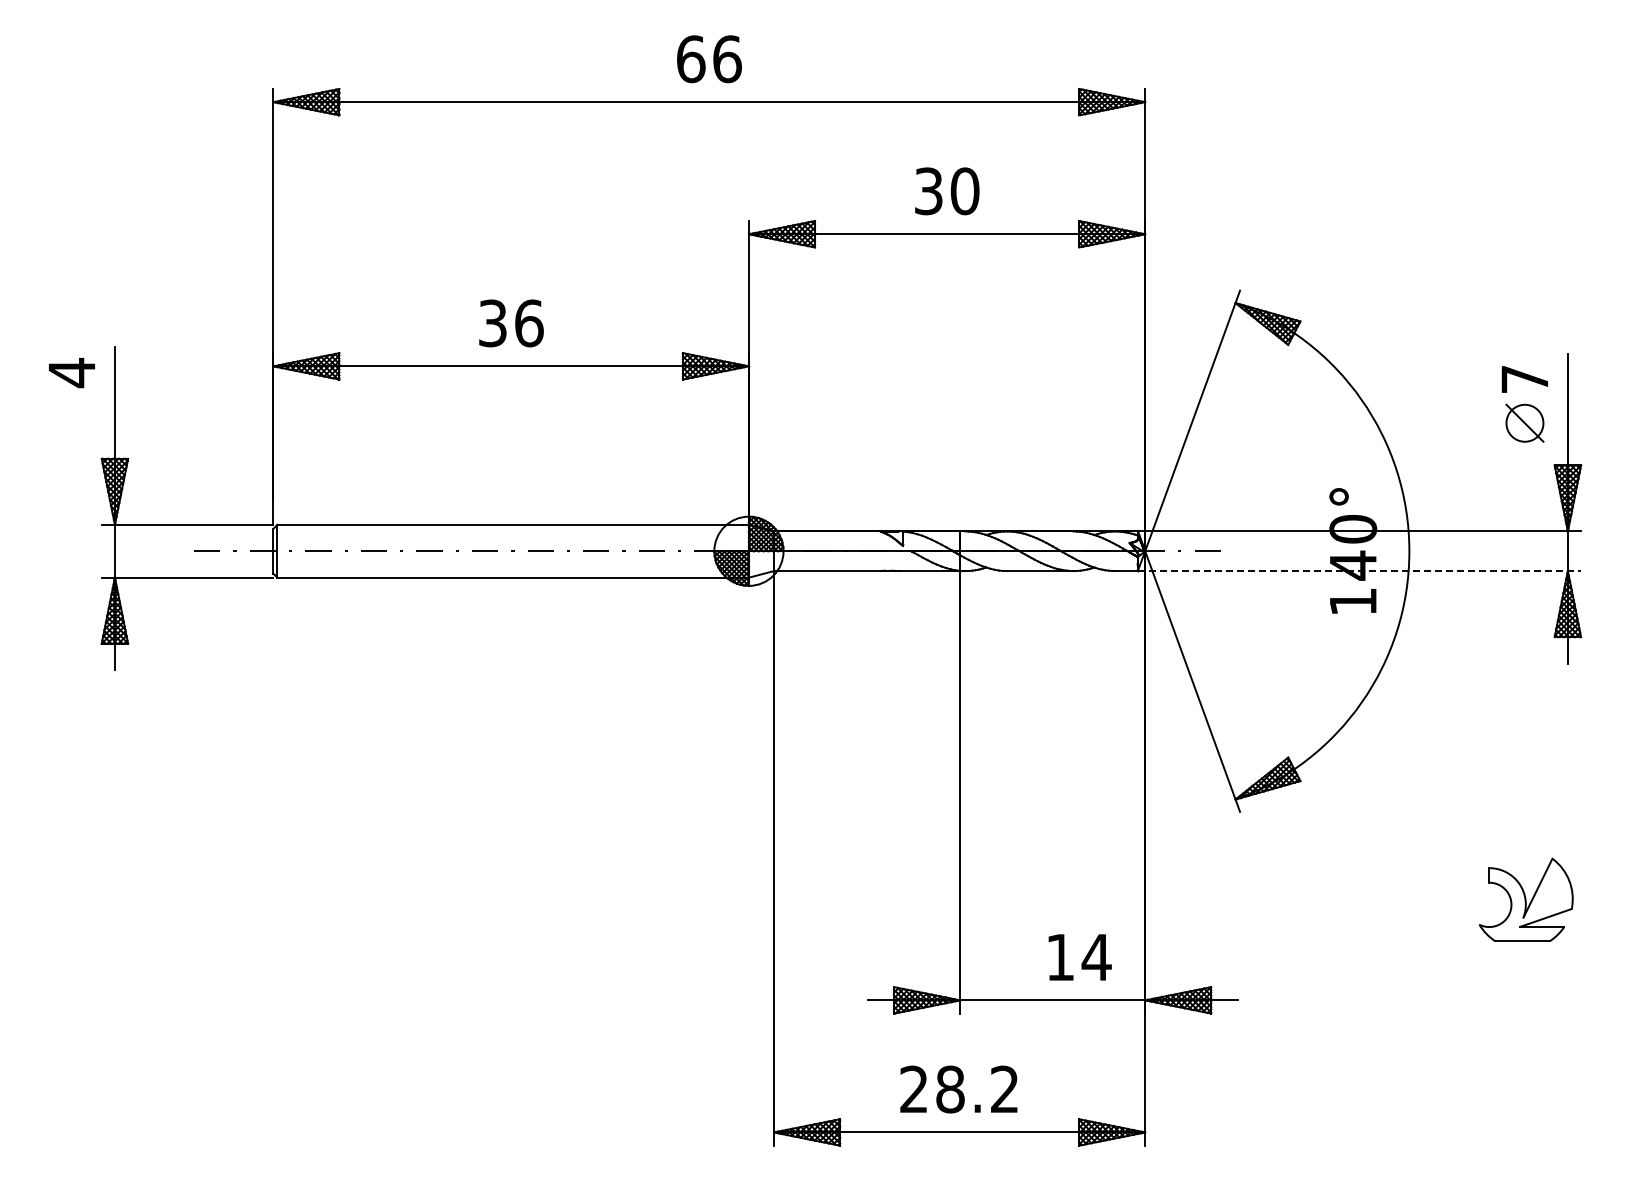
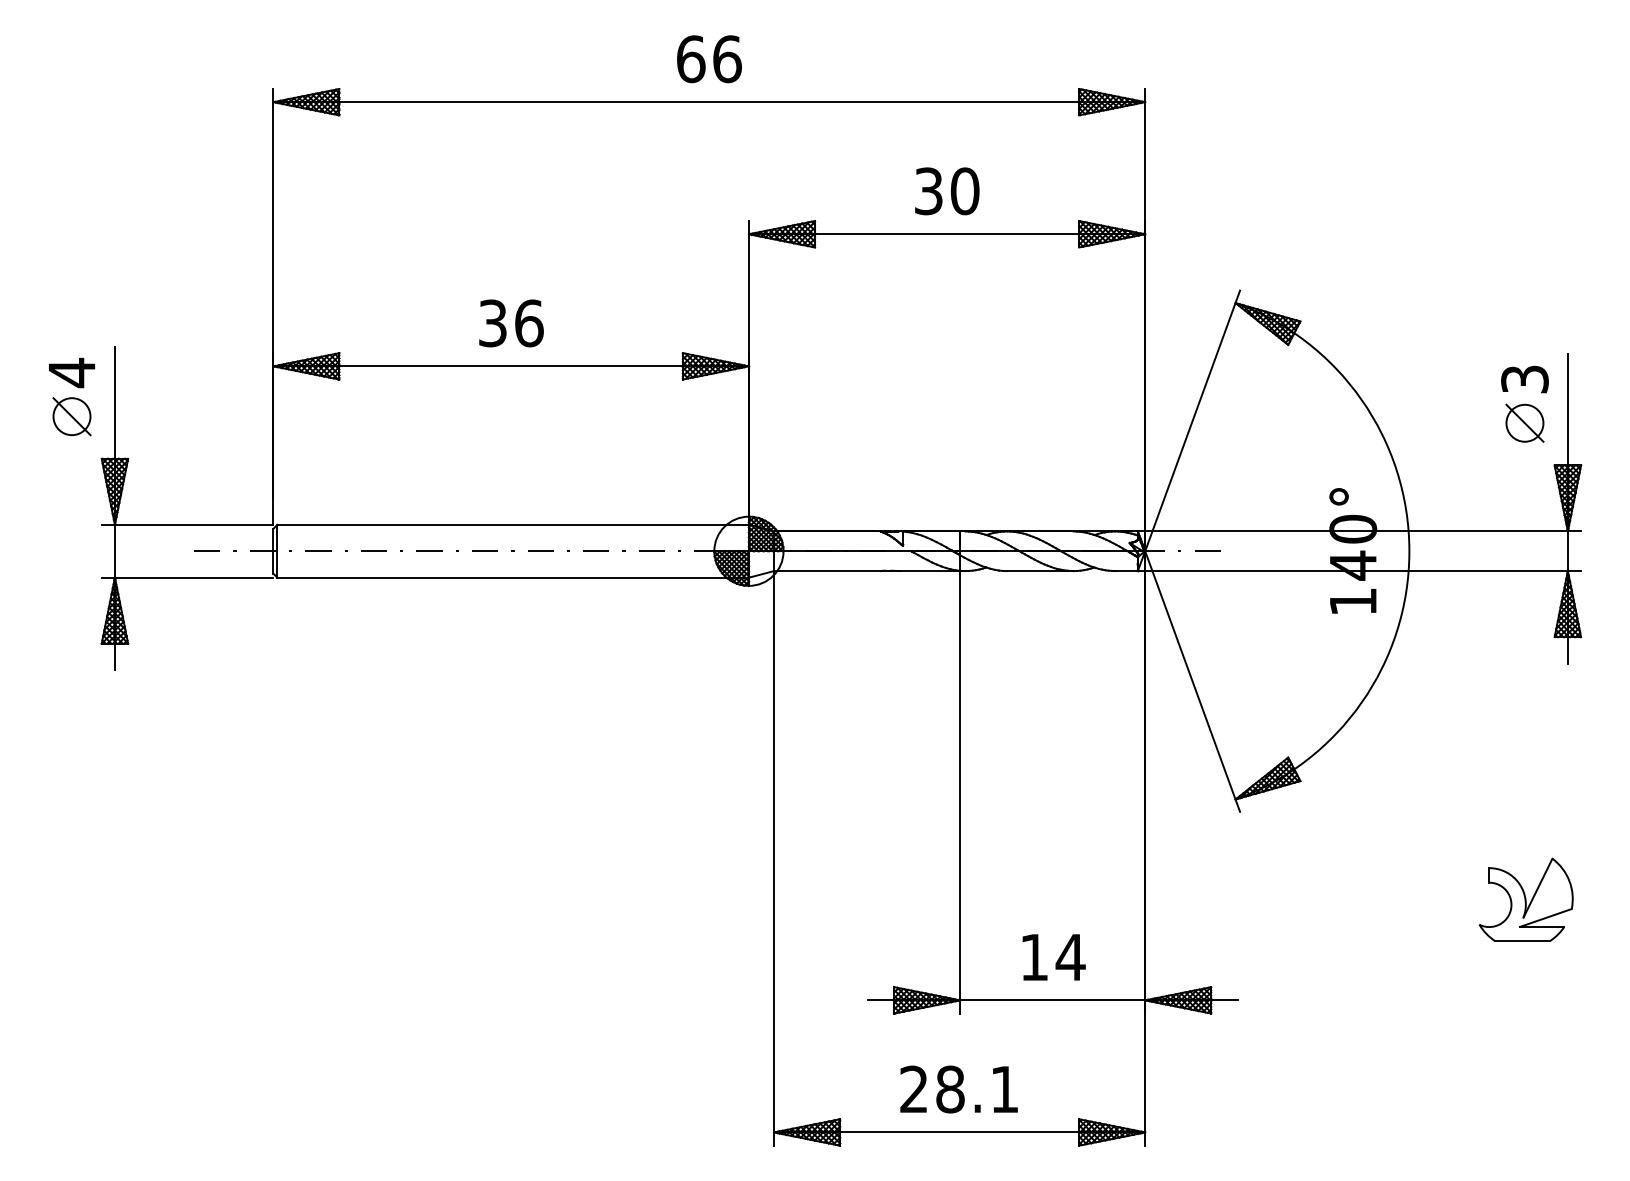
text at (1524, 379): 7 -> 3
part at (71, 416): none -> present
line at (1359, 571): dashed -> solid
text at (1079, 957) position: (1079, 957) -> (1053, 957)
text at (1004, 1088): 28.2 -> 28.1
